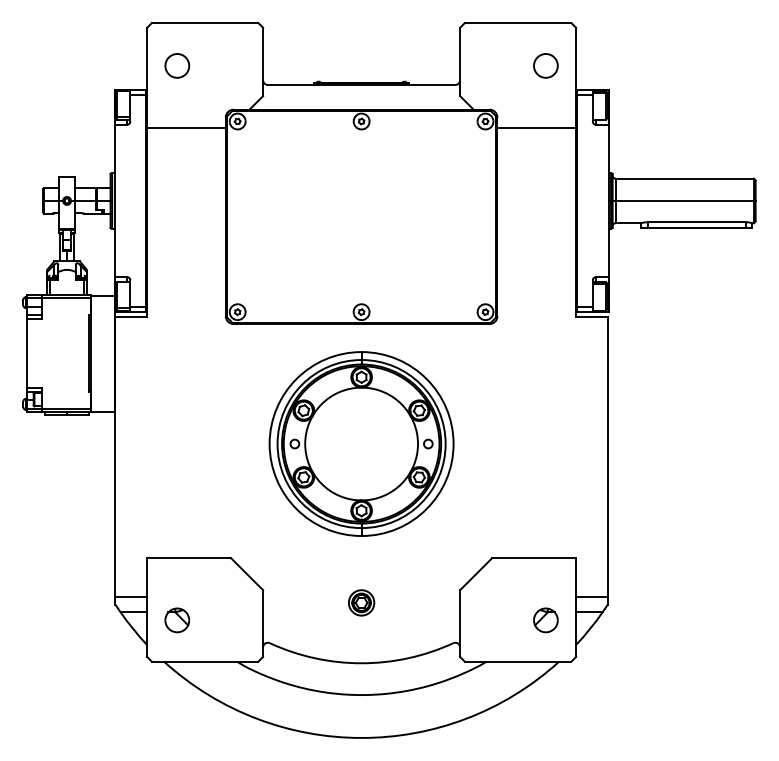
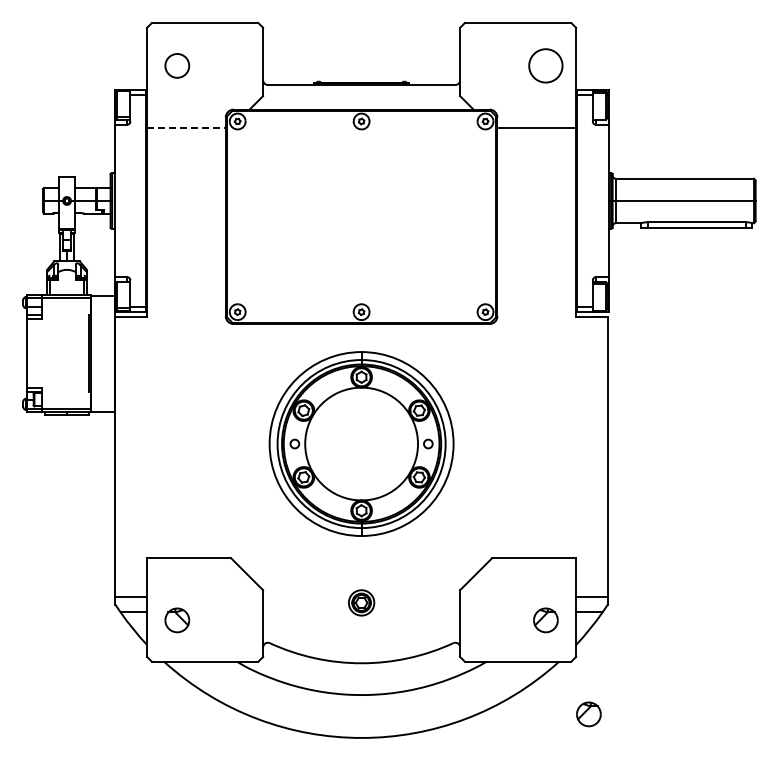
part at (545, 65) size: 26x26 px -> 36x36 px
line at (186, 127): solid -> dashed
part at (588, 714): none -> present
